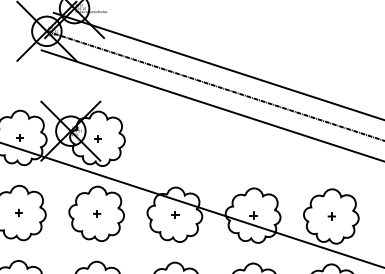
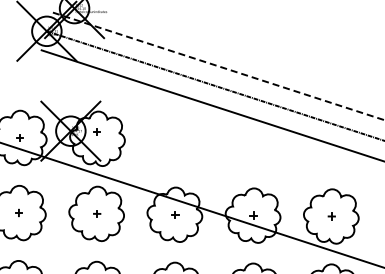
line at (219, 66): solid -> dashed
part at (97, 138) position: (97, 138) -> (96, 131)
